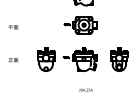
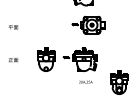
part at (80, 25) position: (80, 25) -> (88, 25)
part at (119, 59) position: (119, 59) -> (119, 82)
text at (85, 89) position: (85, 89) -> (85, 81)
